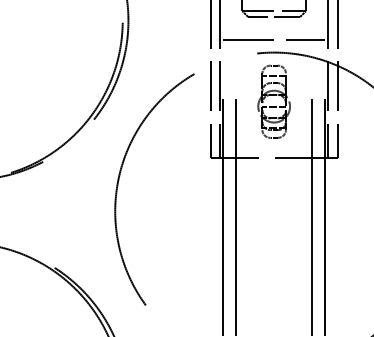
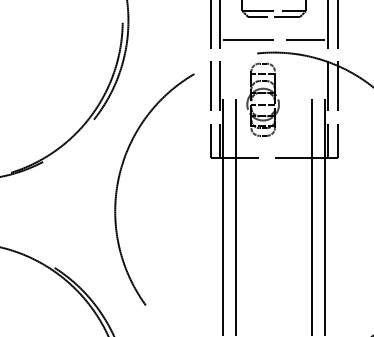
part at (273, 101) position: (273, 101) -> (262, 99)
